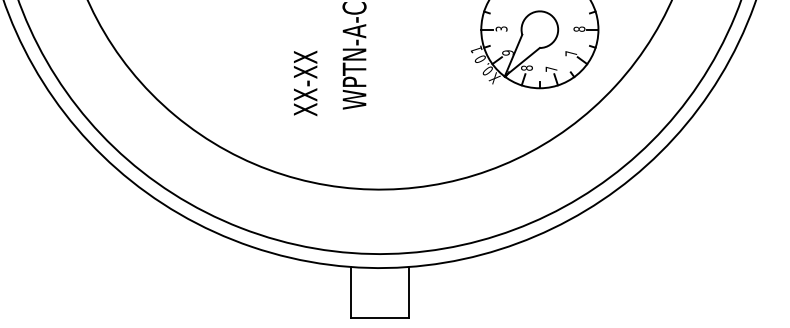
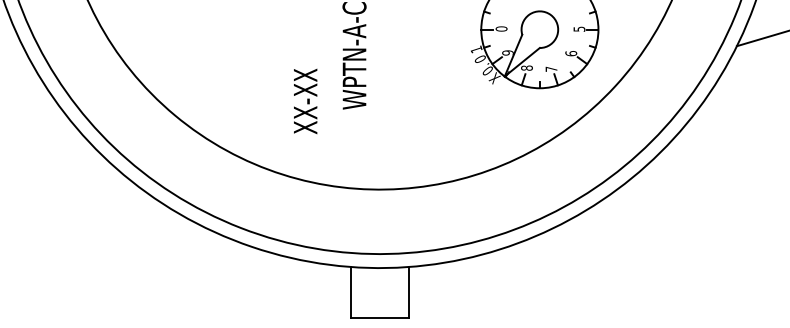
text at (501, 28): 3 -> 0
text at (579, 28): 8 -> 5
line at (761, 38): none -> present
text at (571, 53): 7 -> 6
text at (305, 83) position: (305, 83) -> (305, 101)
